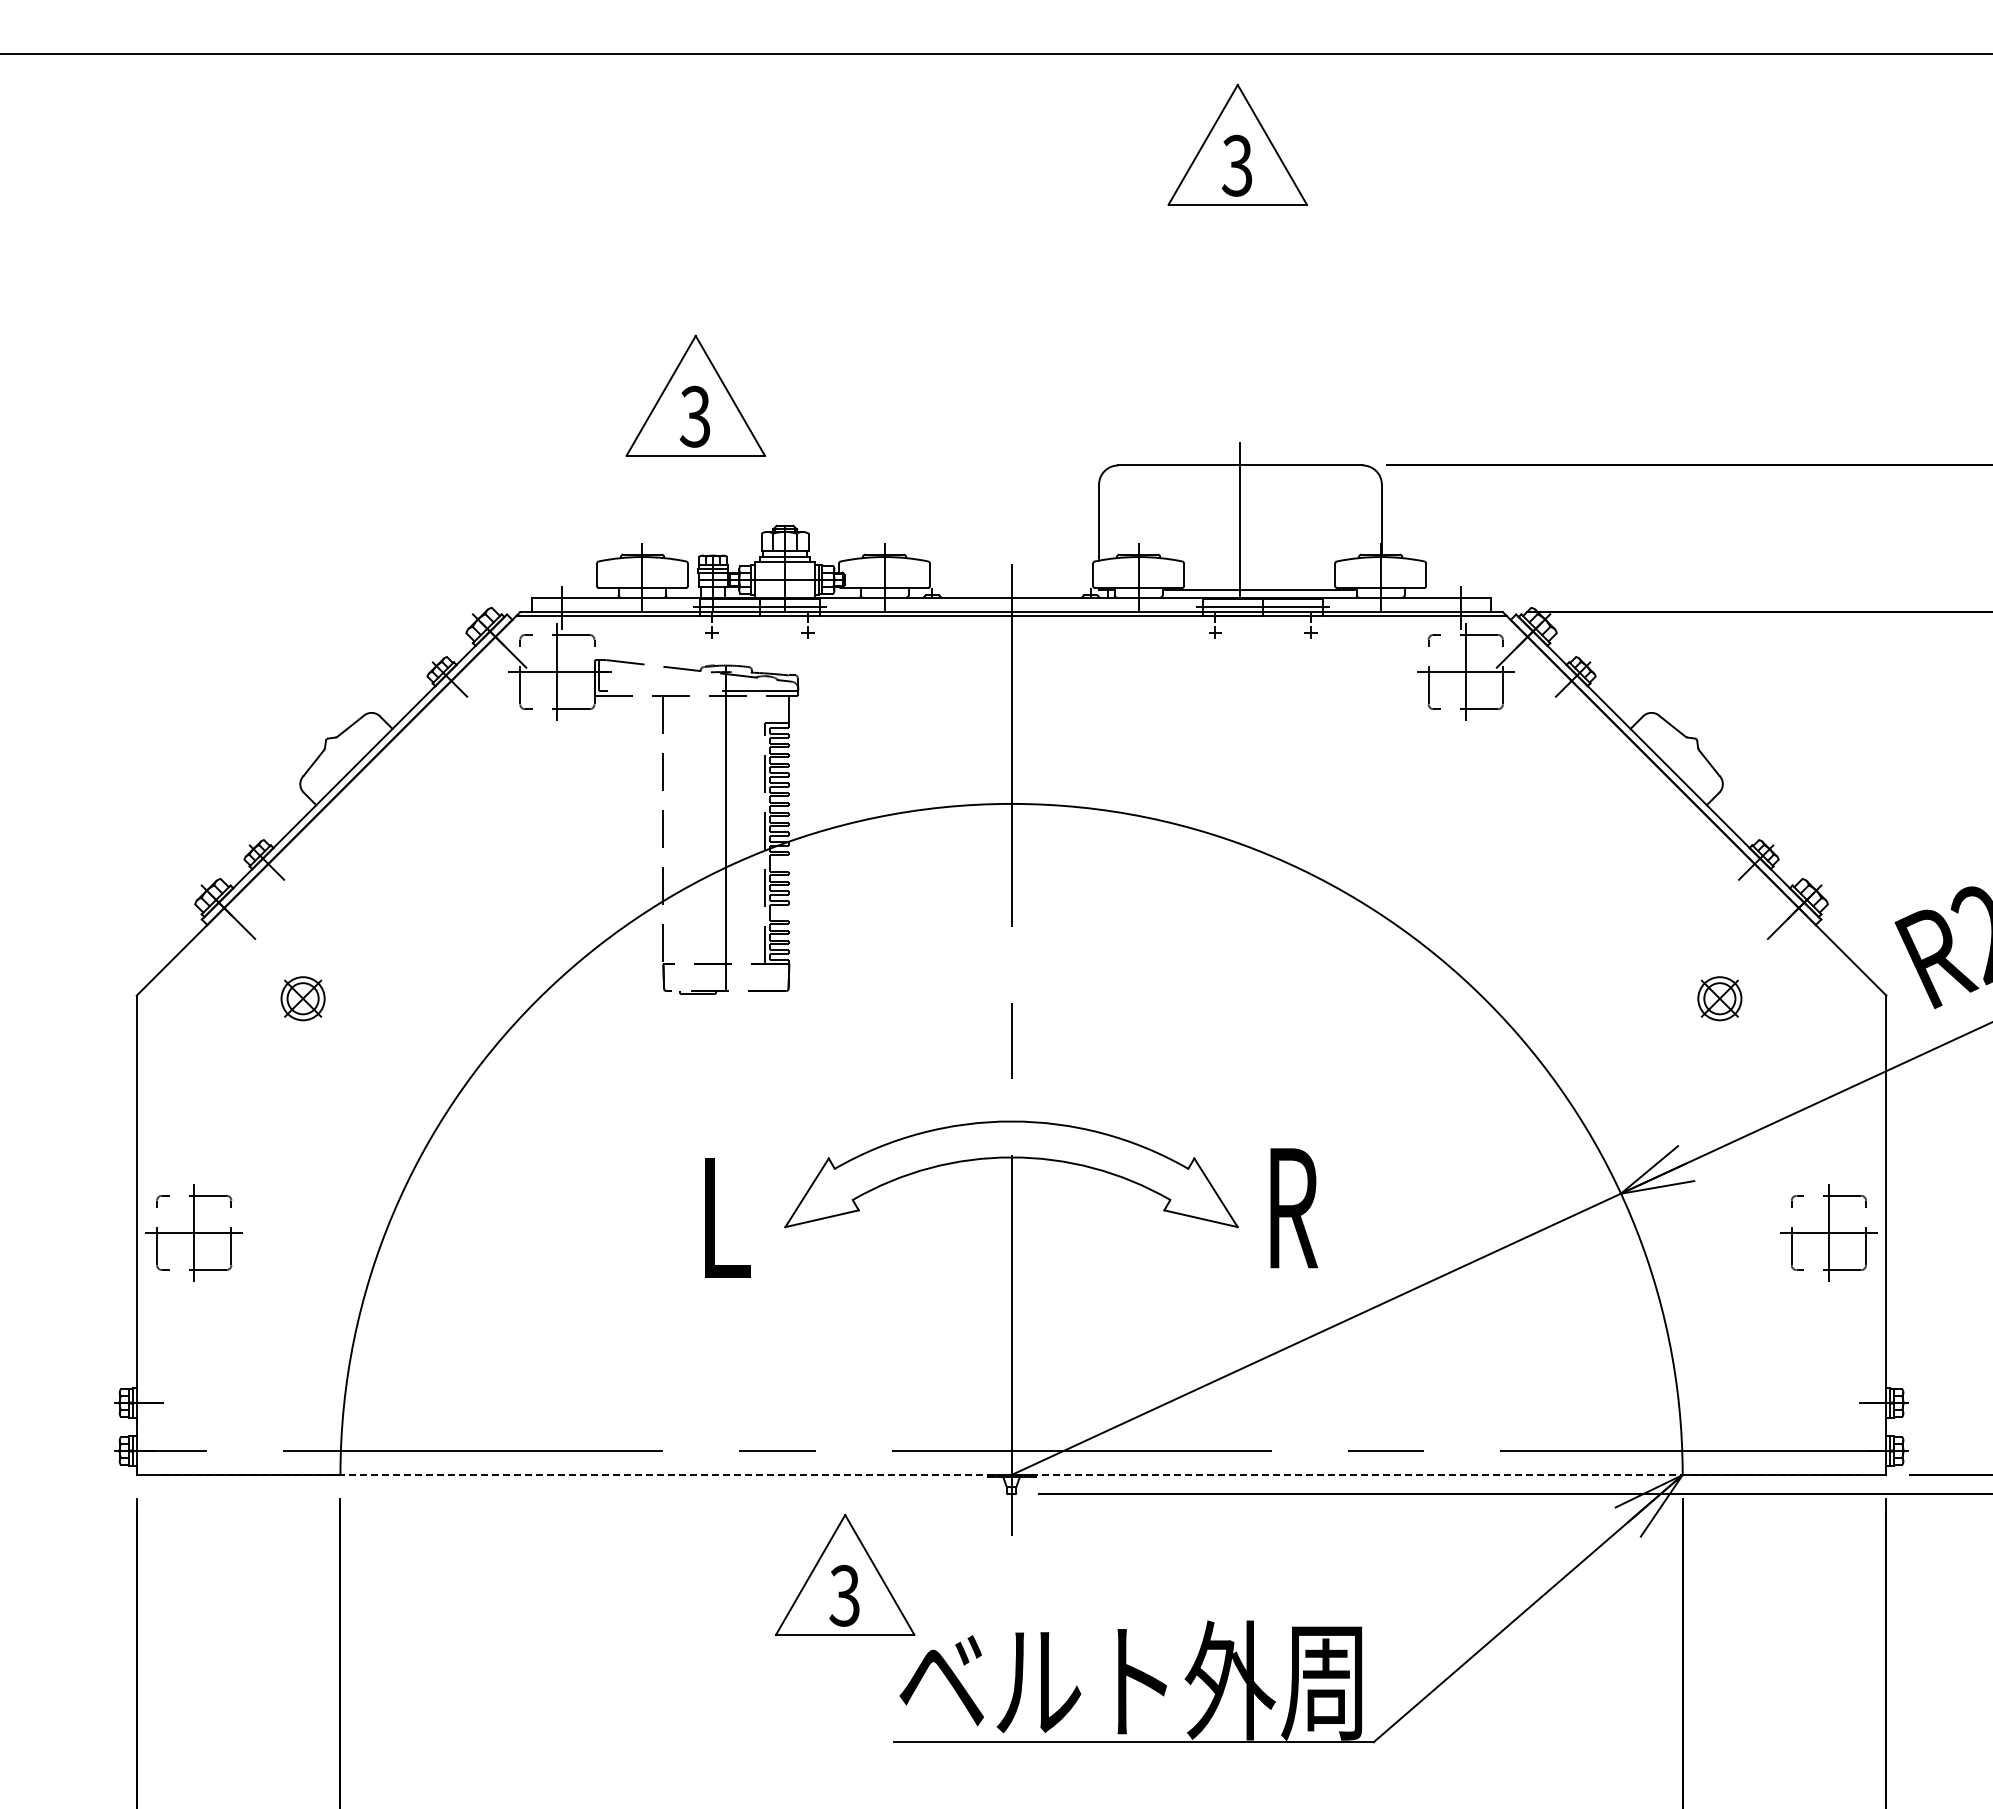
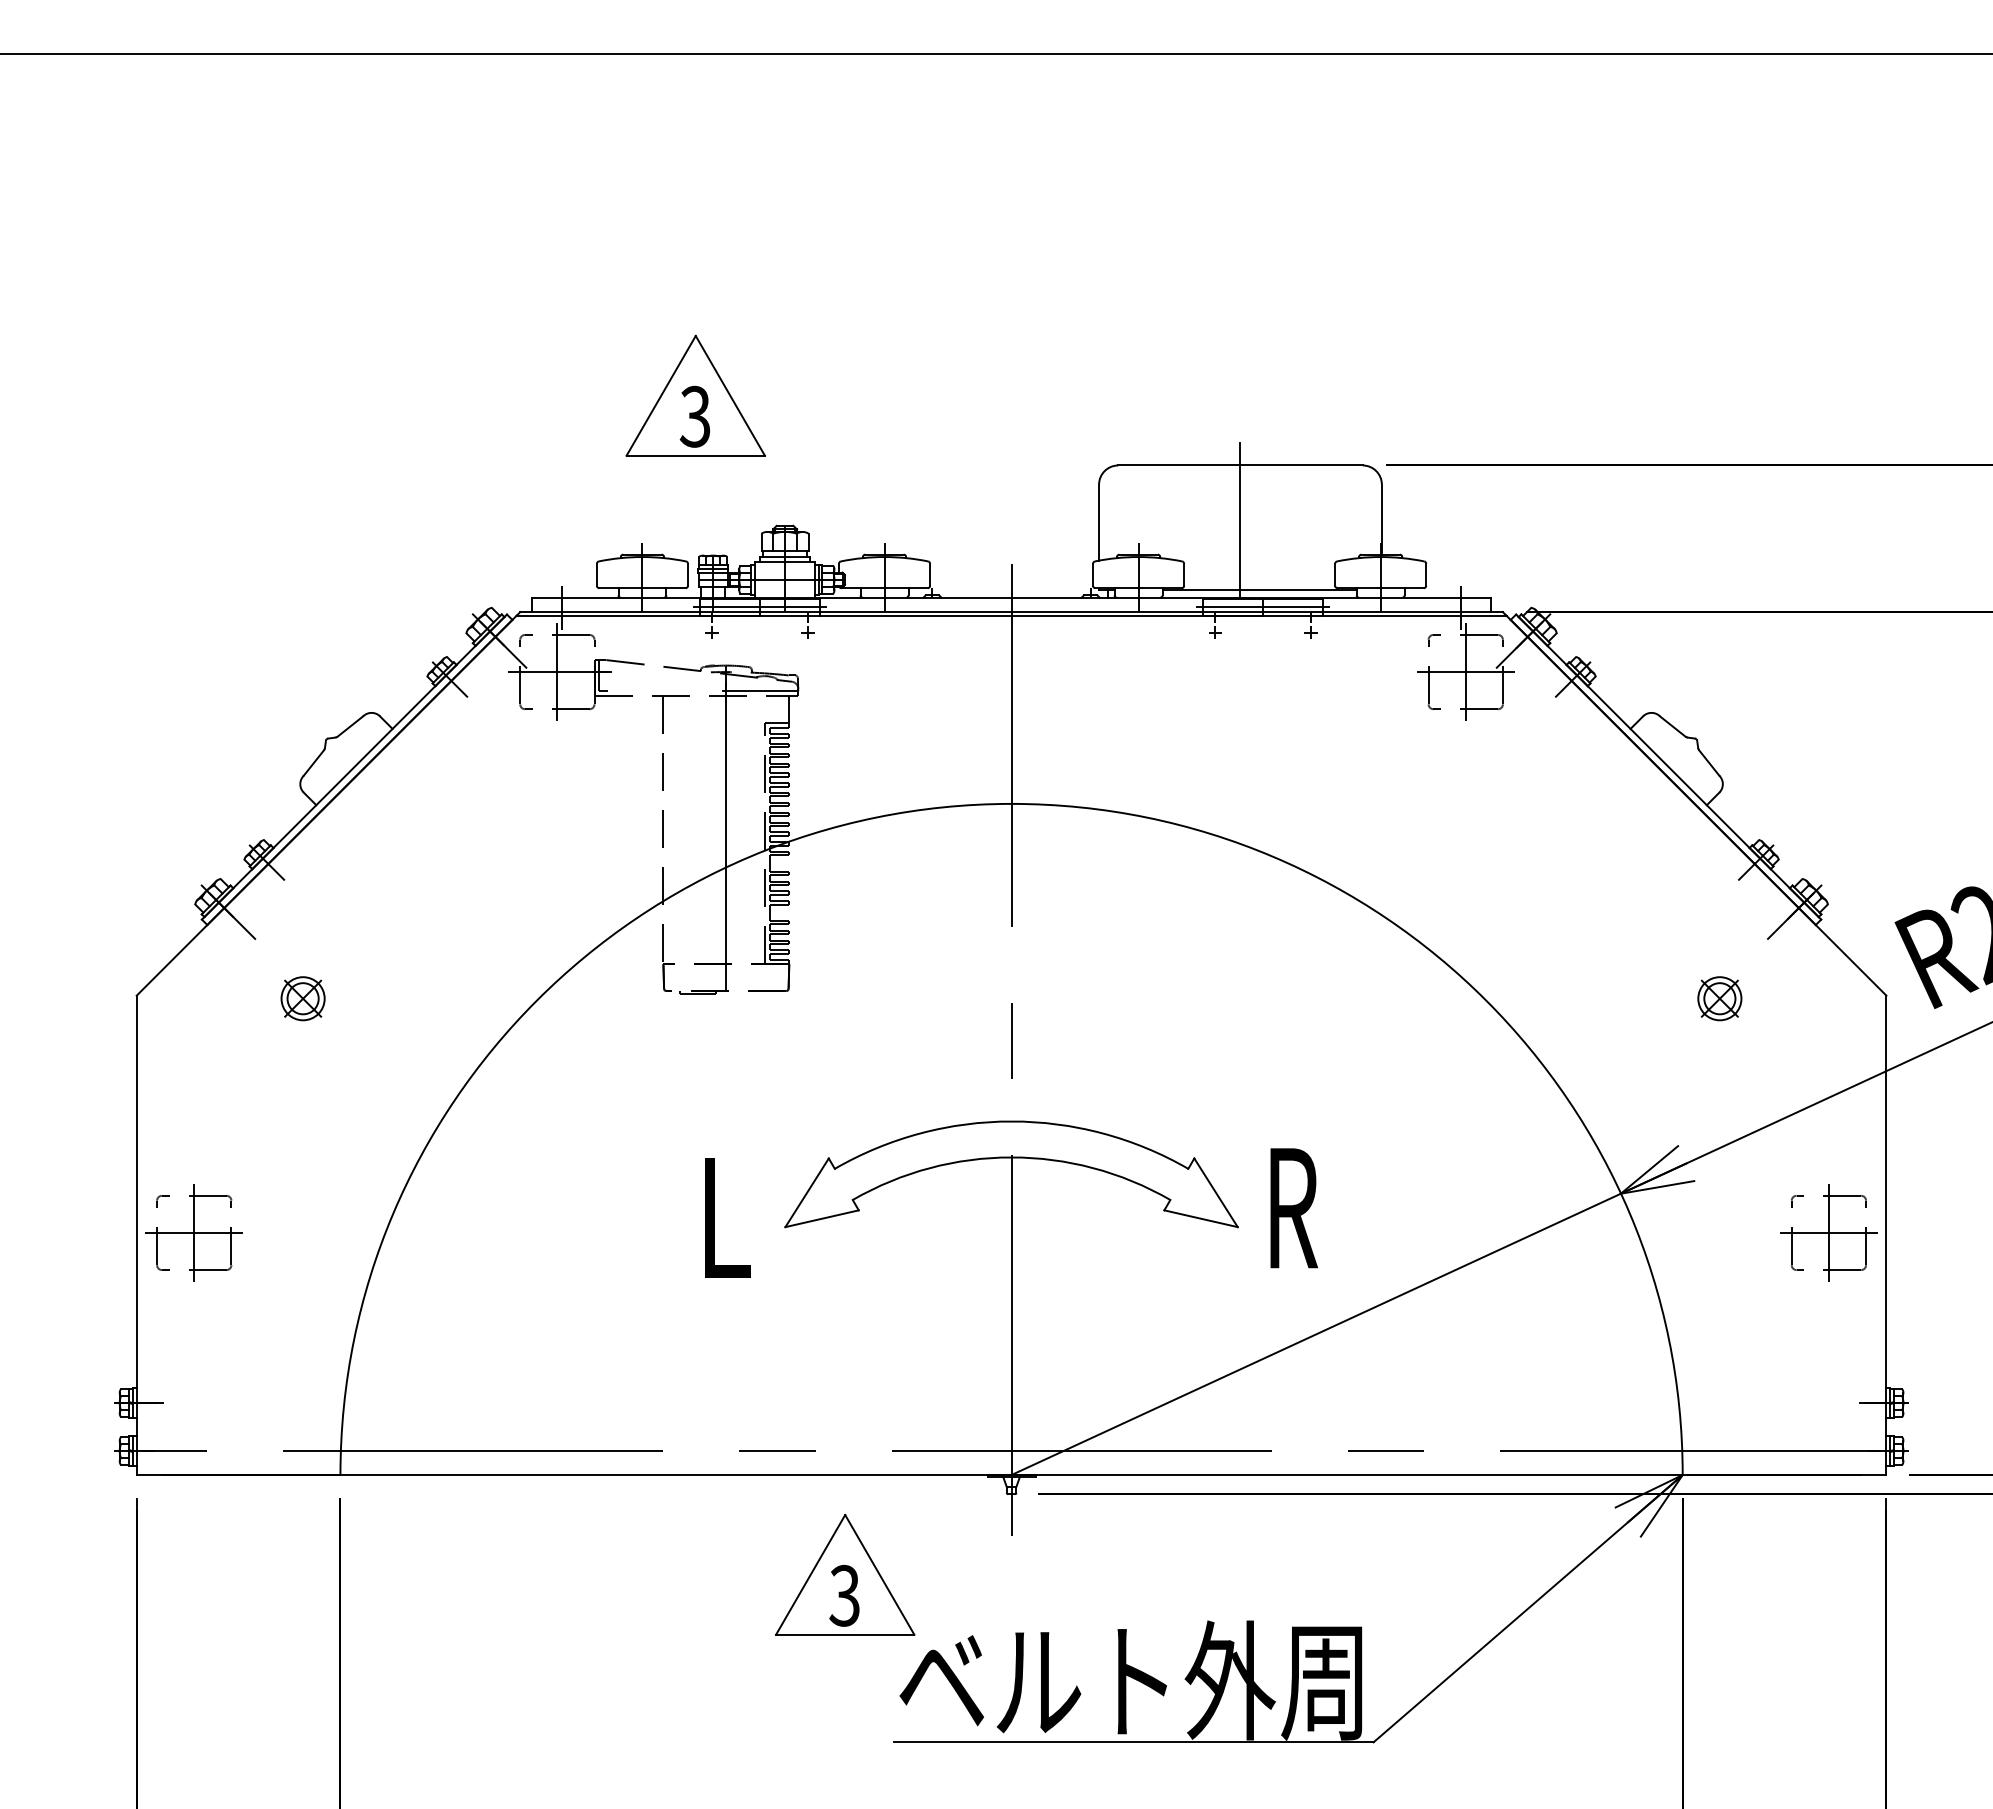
part at (1237, 144): present -> none
line at (1011, 1475): dashed -> solid
